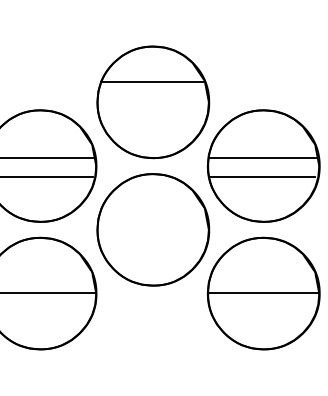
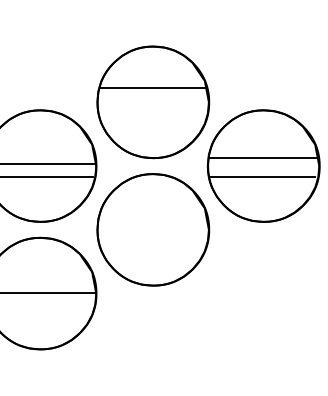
line at (153, 82) position: (153, 82) -> (153, 88)
line at (47, 158) position: (47, 158) -> (47, 164)
part at (263, 293): present -> none
